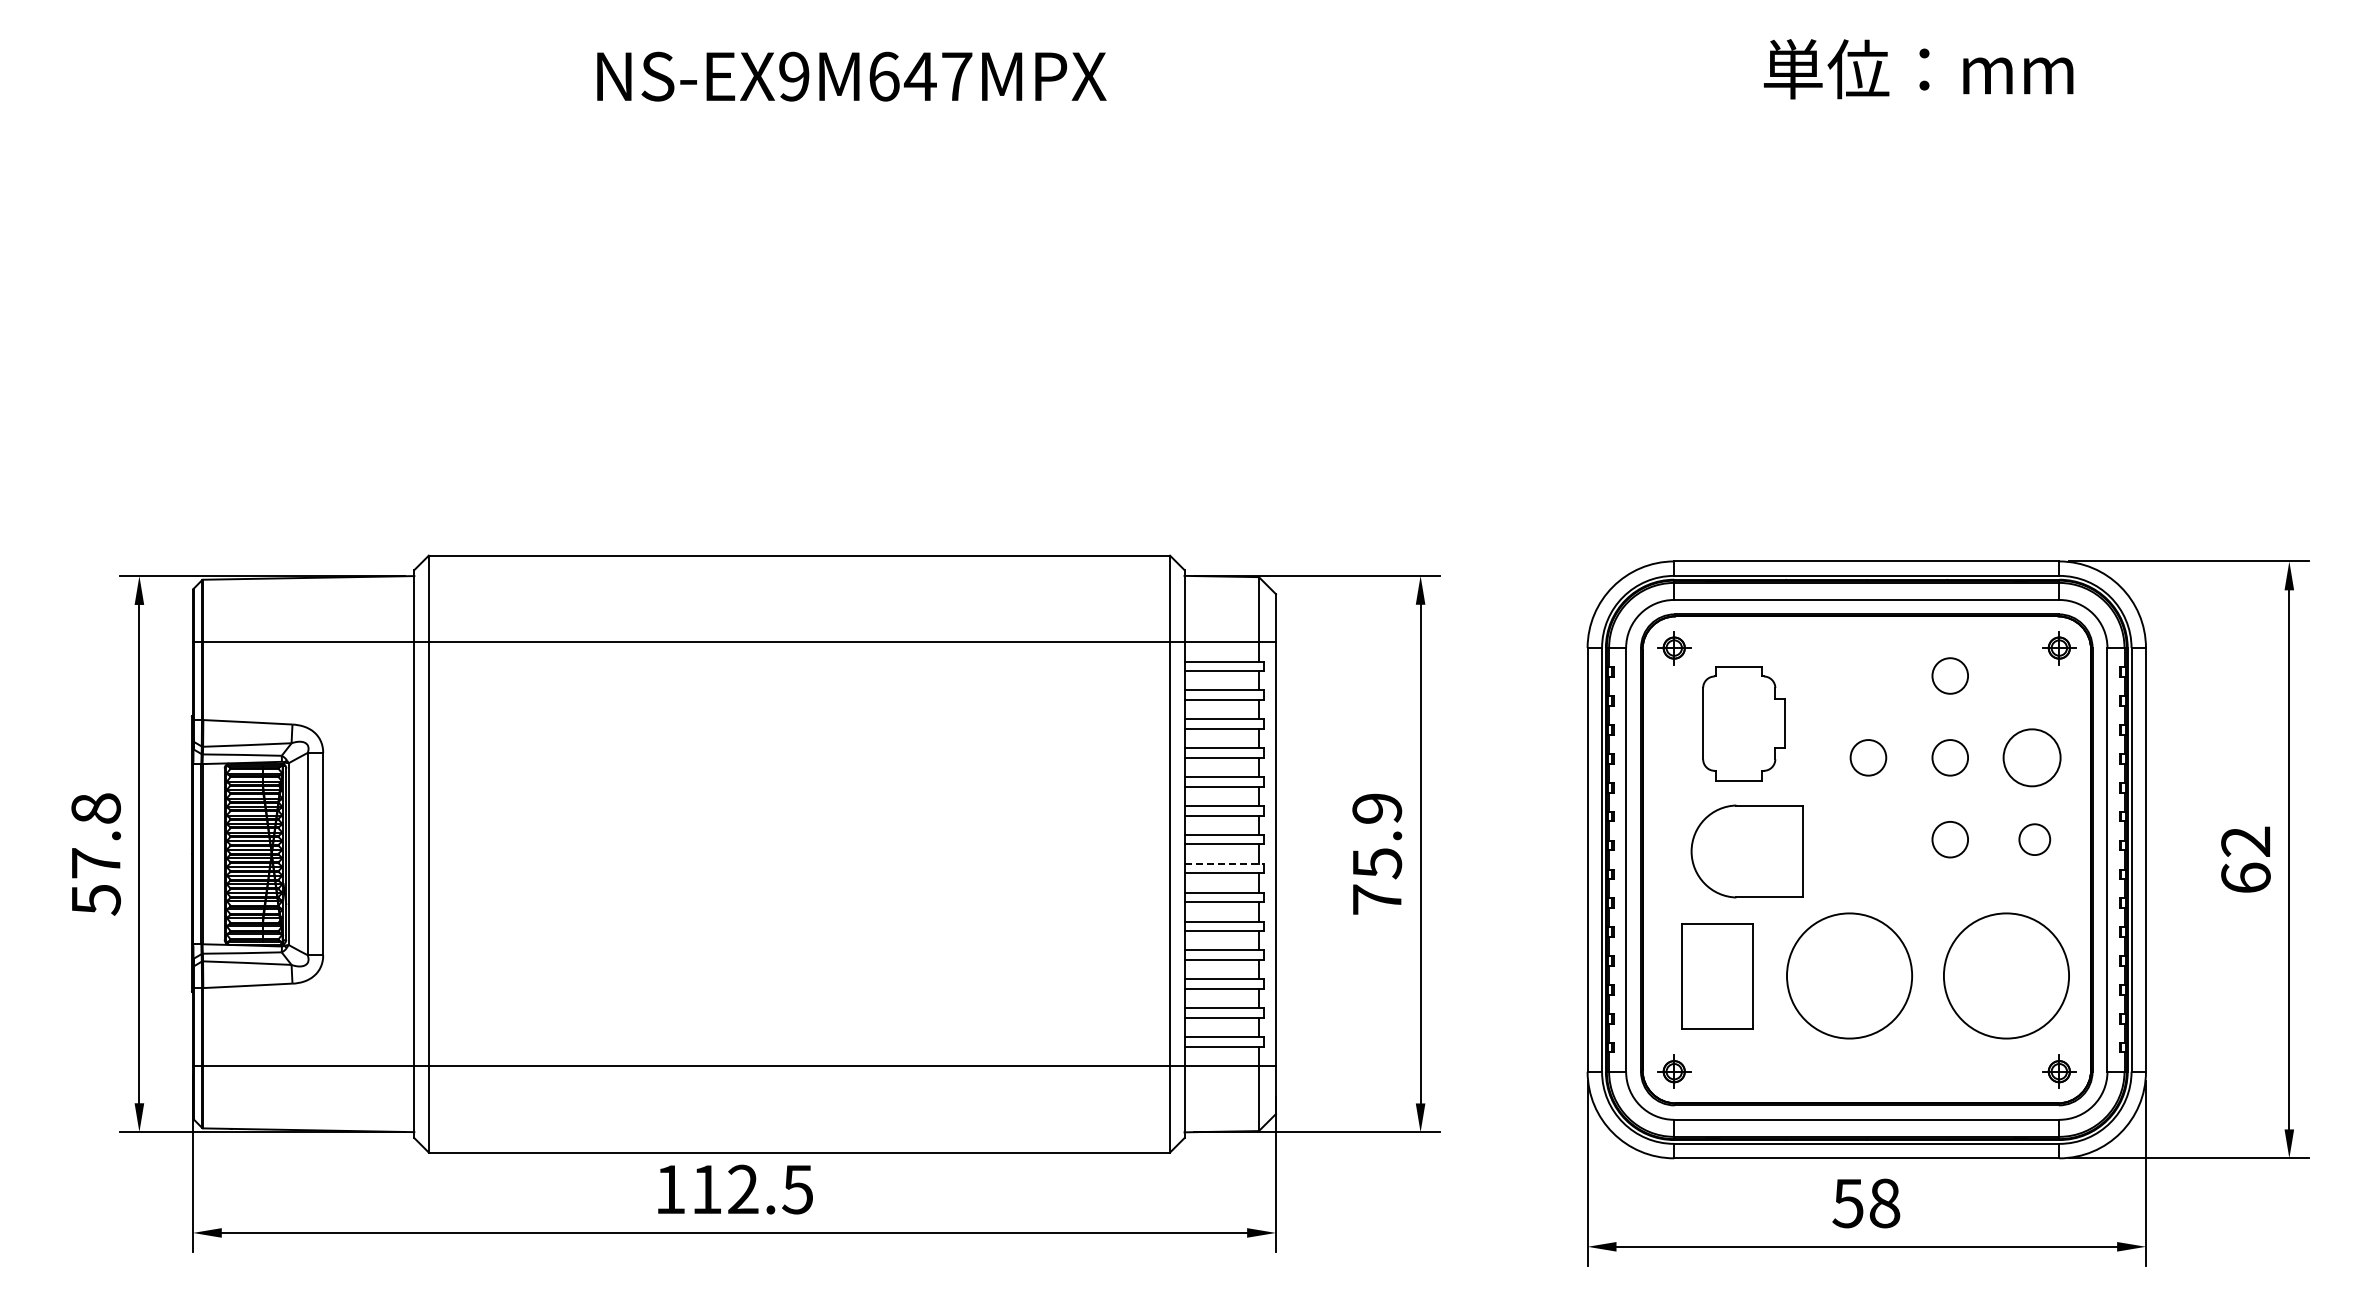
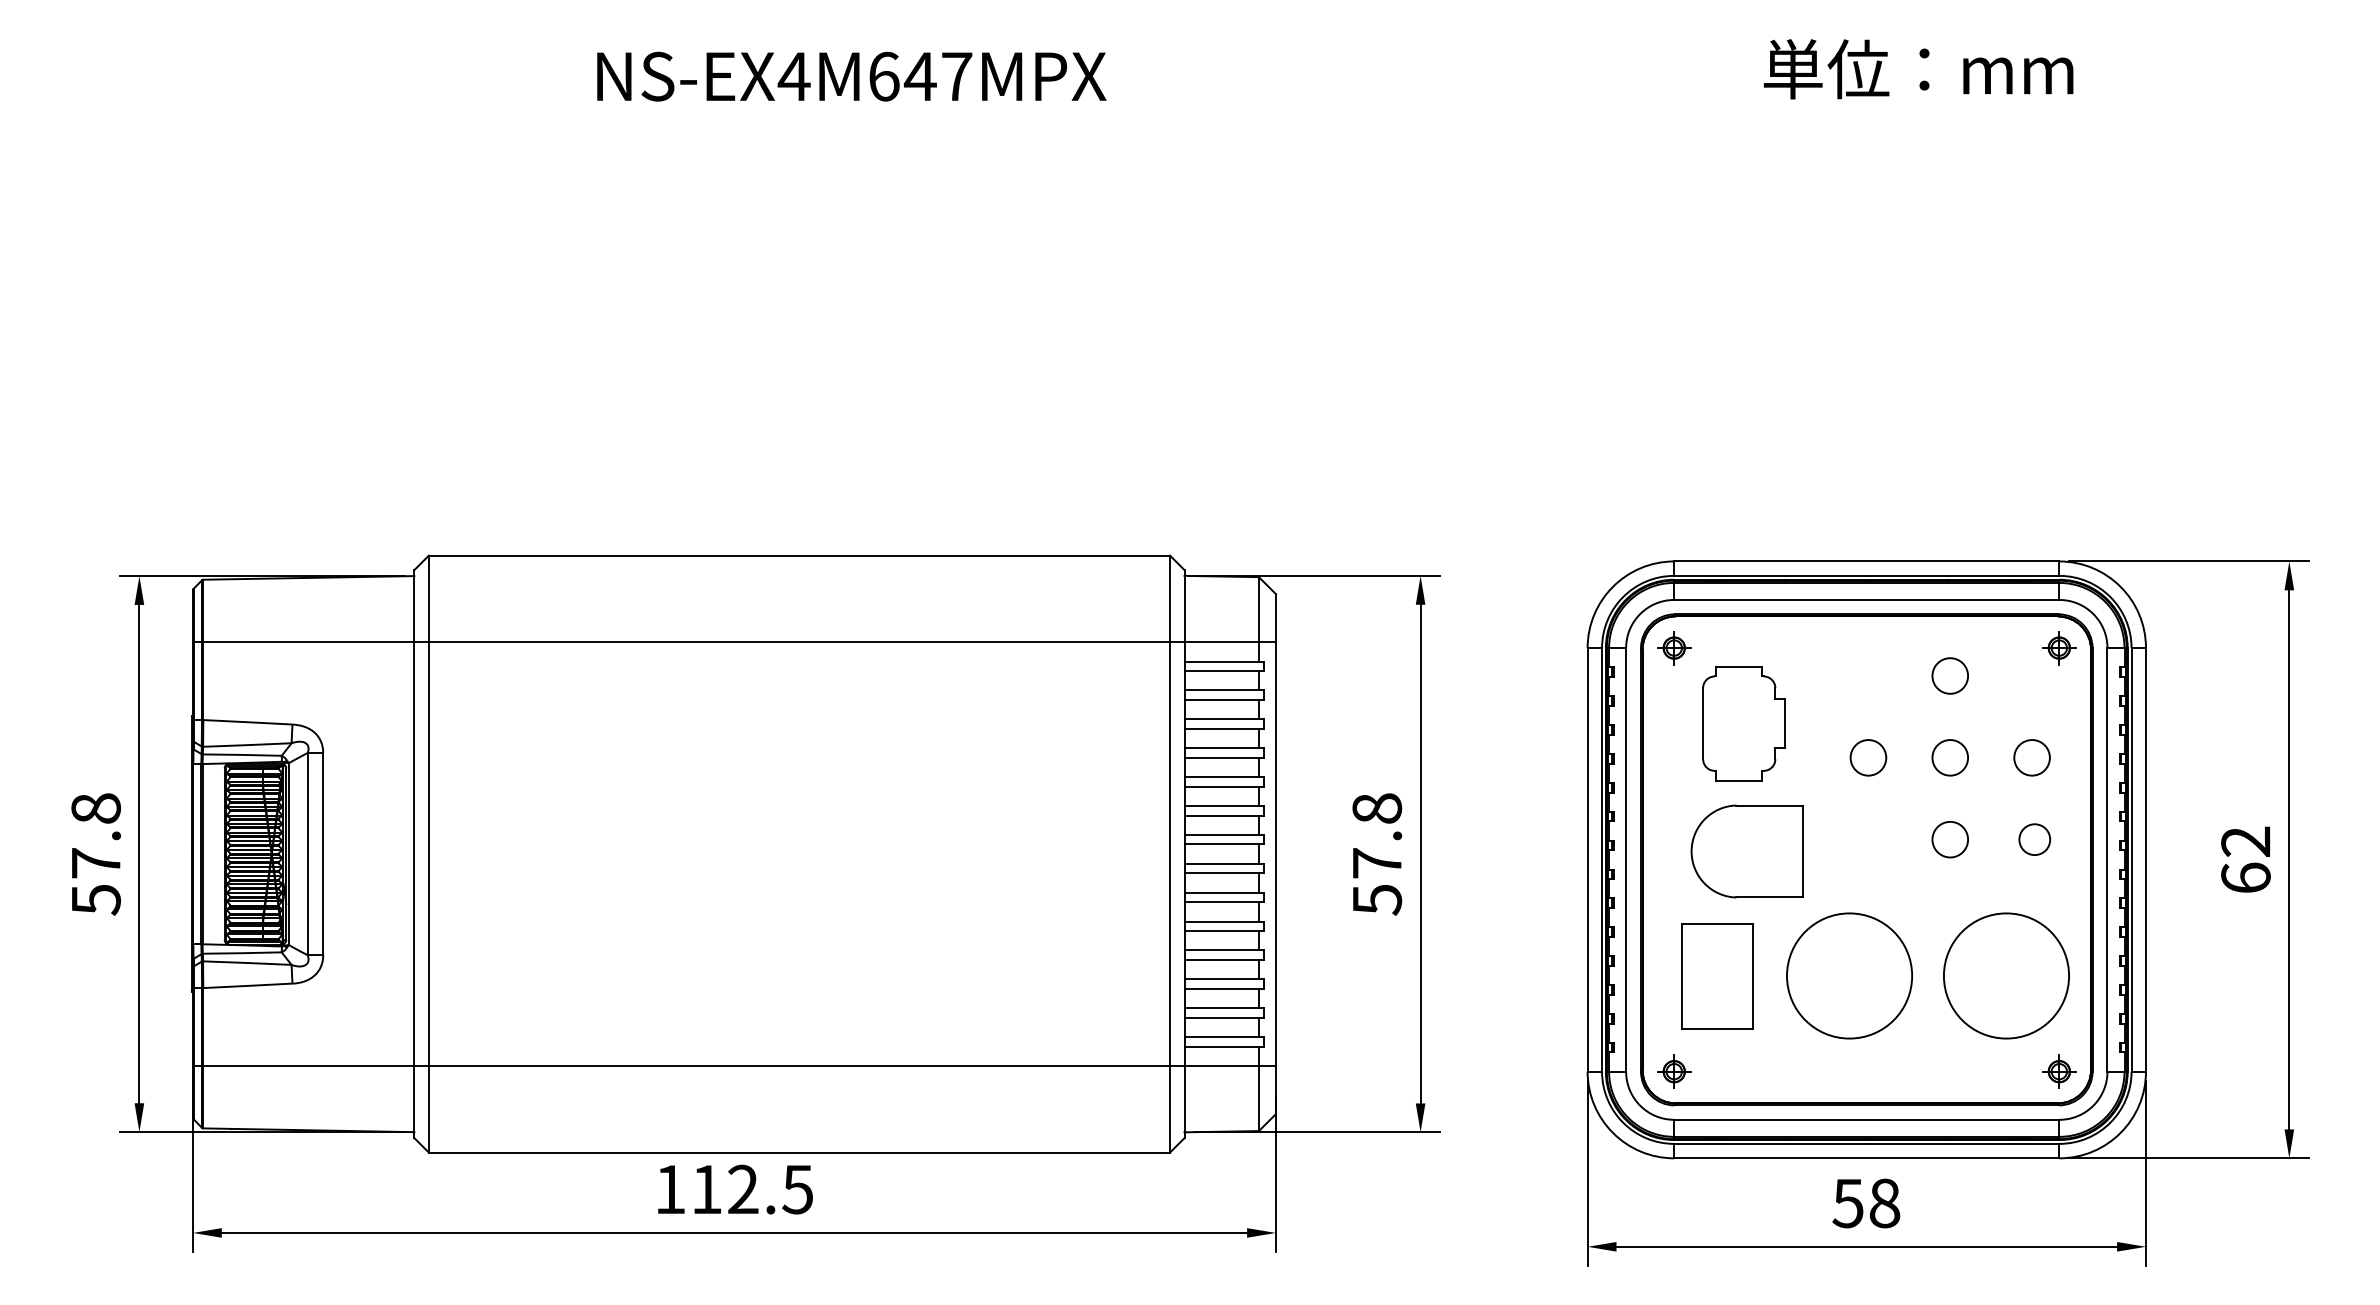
text at (793, 76): NS-EX9M647MPX -> NS-EX4M647MPX
circle at (2031, 757) diameter: 57 px -> 36 px
text at (1377, 854): 75.9 -> 57.8
line at (1224, 863): dashed -> solid
